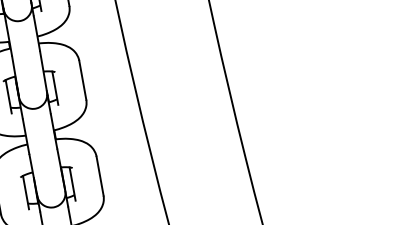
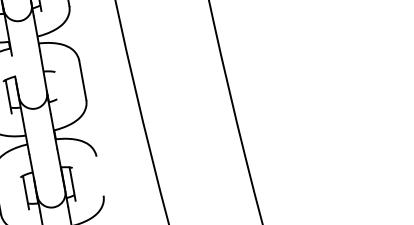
line at (15, 75): present -> none
line at (55, 87): present -> none
line at (99, 175): present -> none
